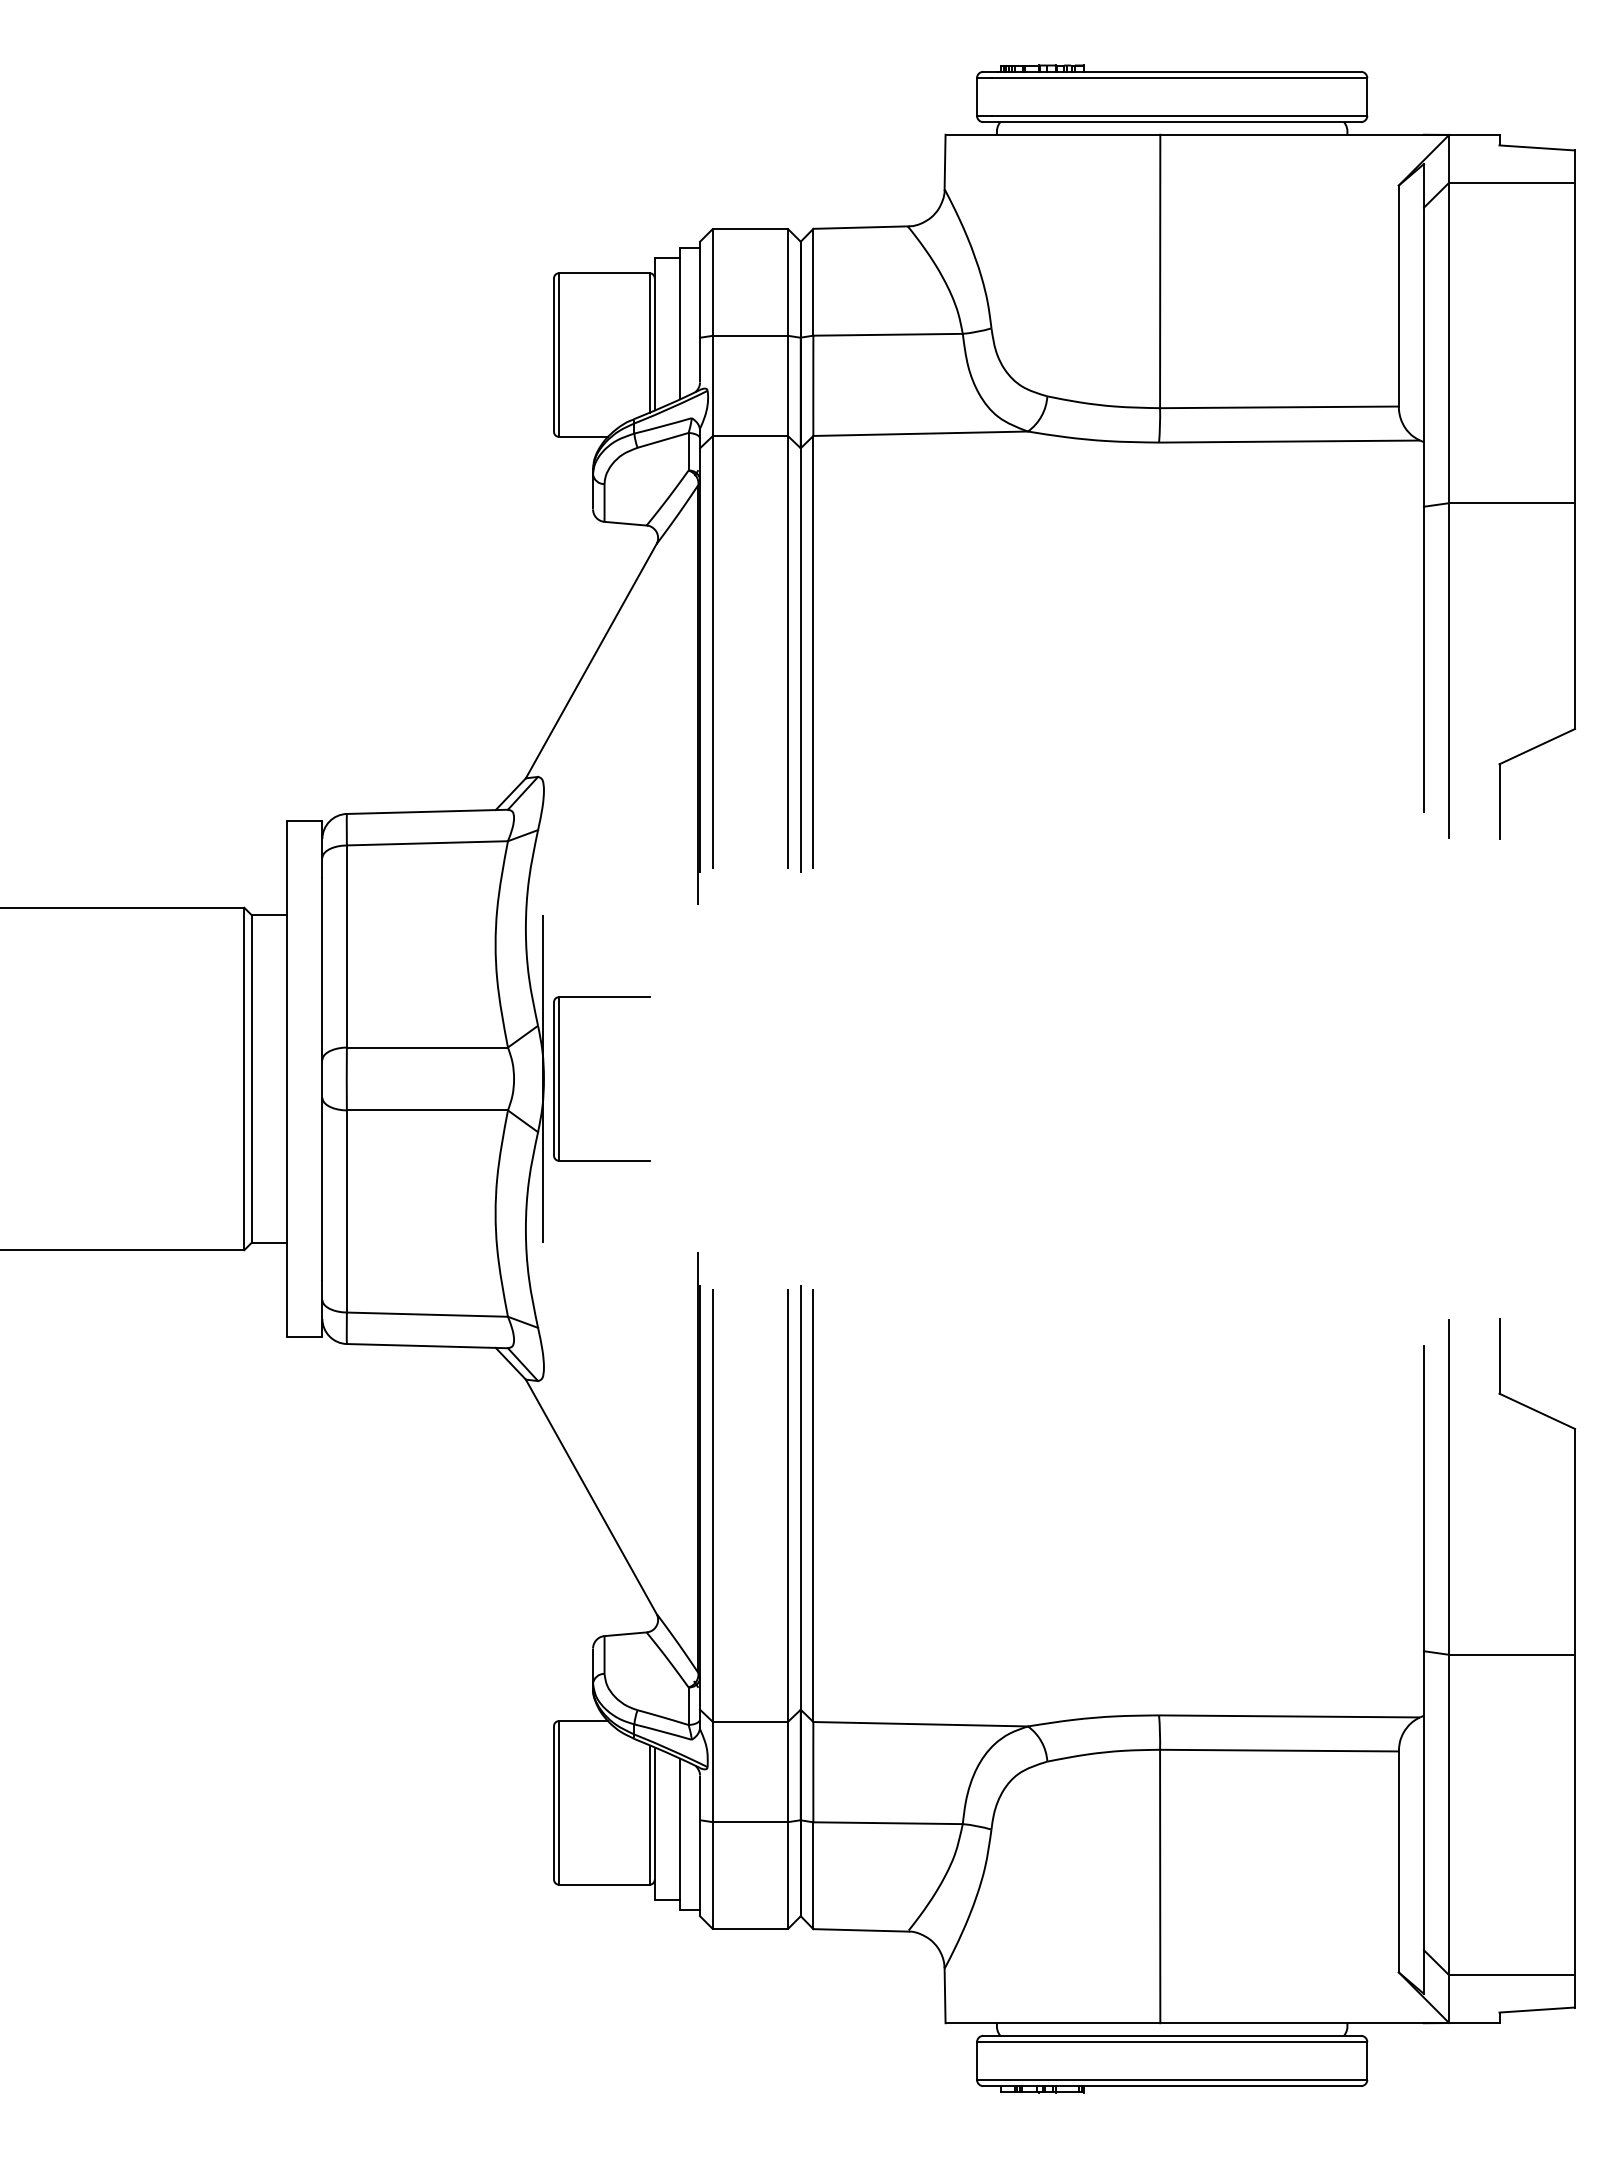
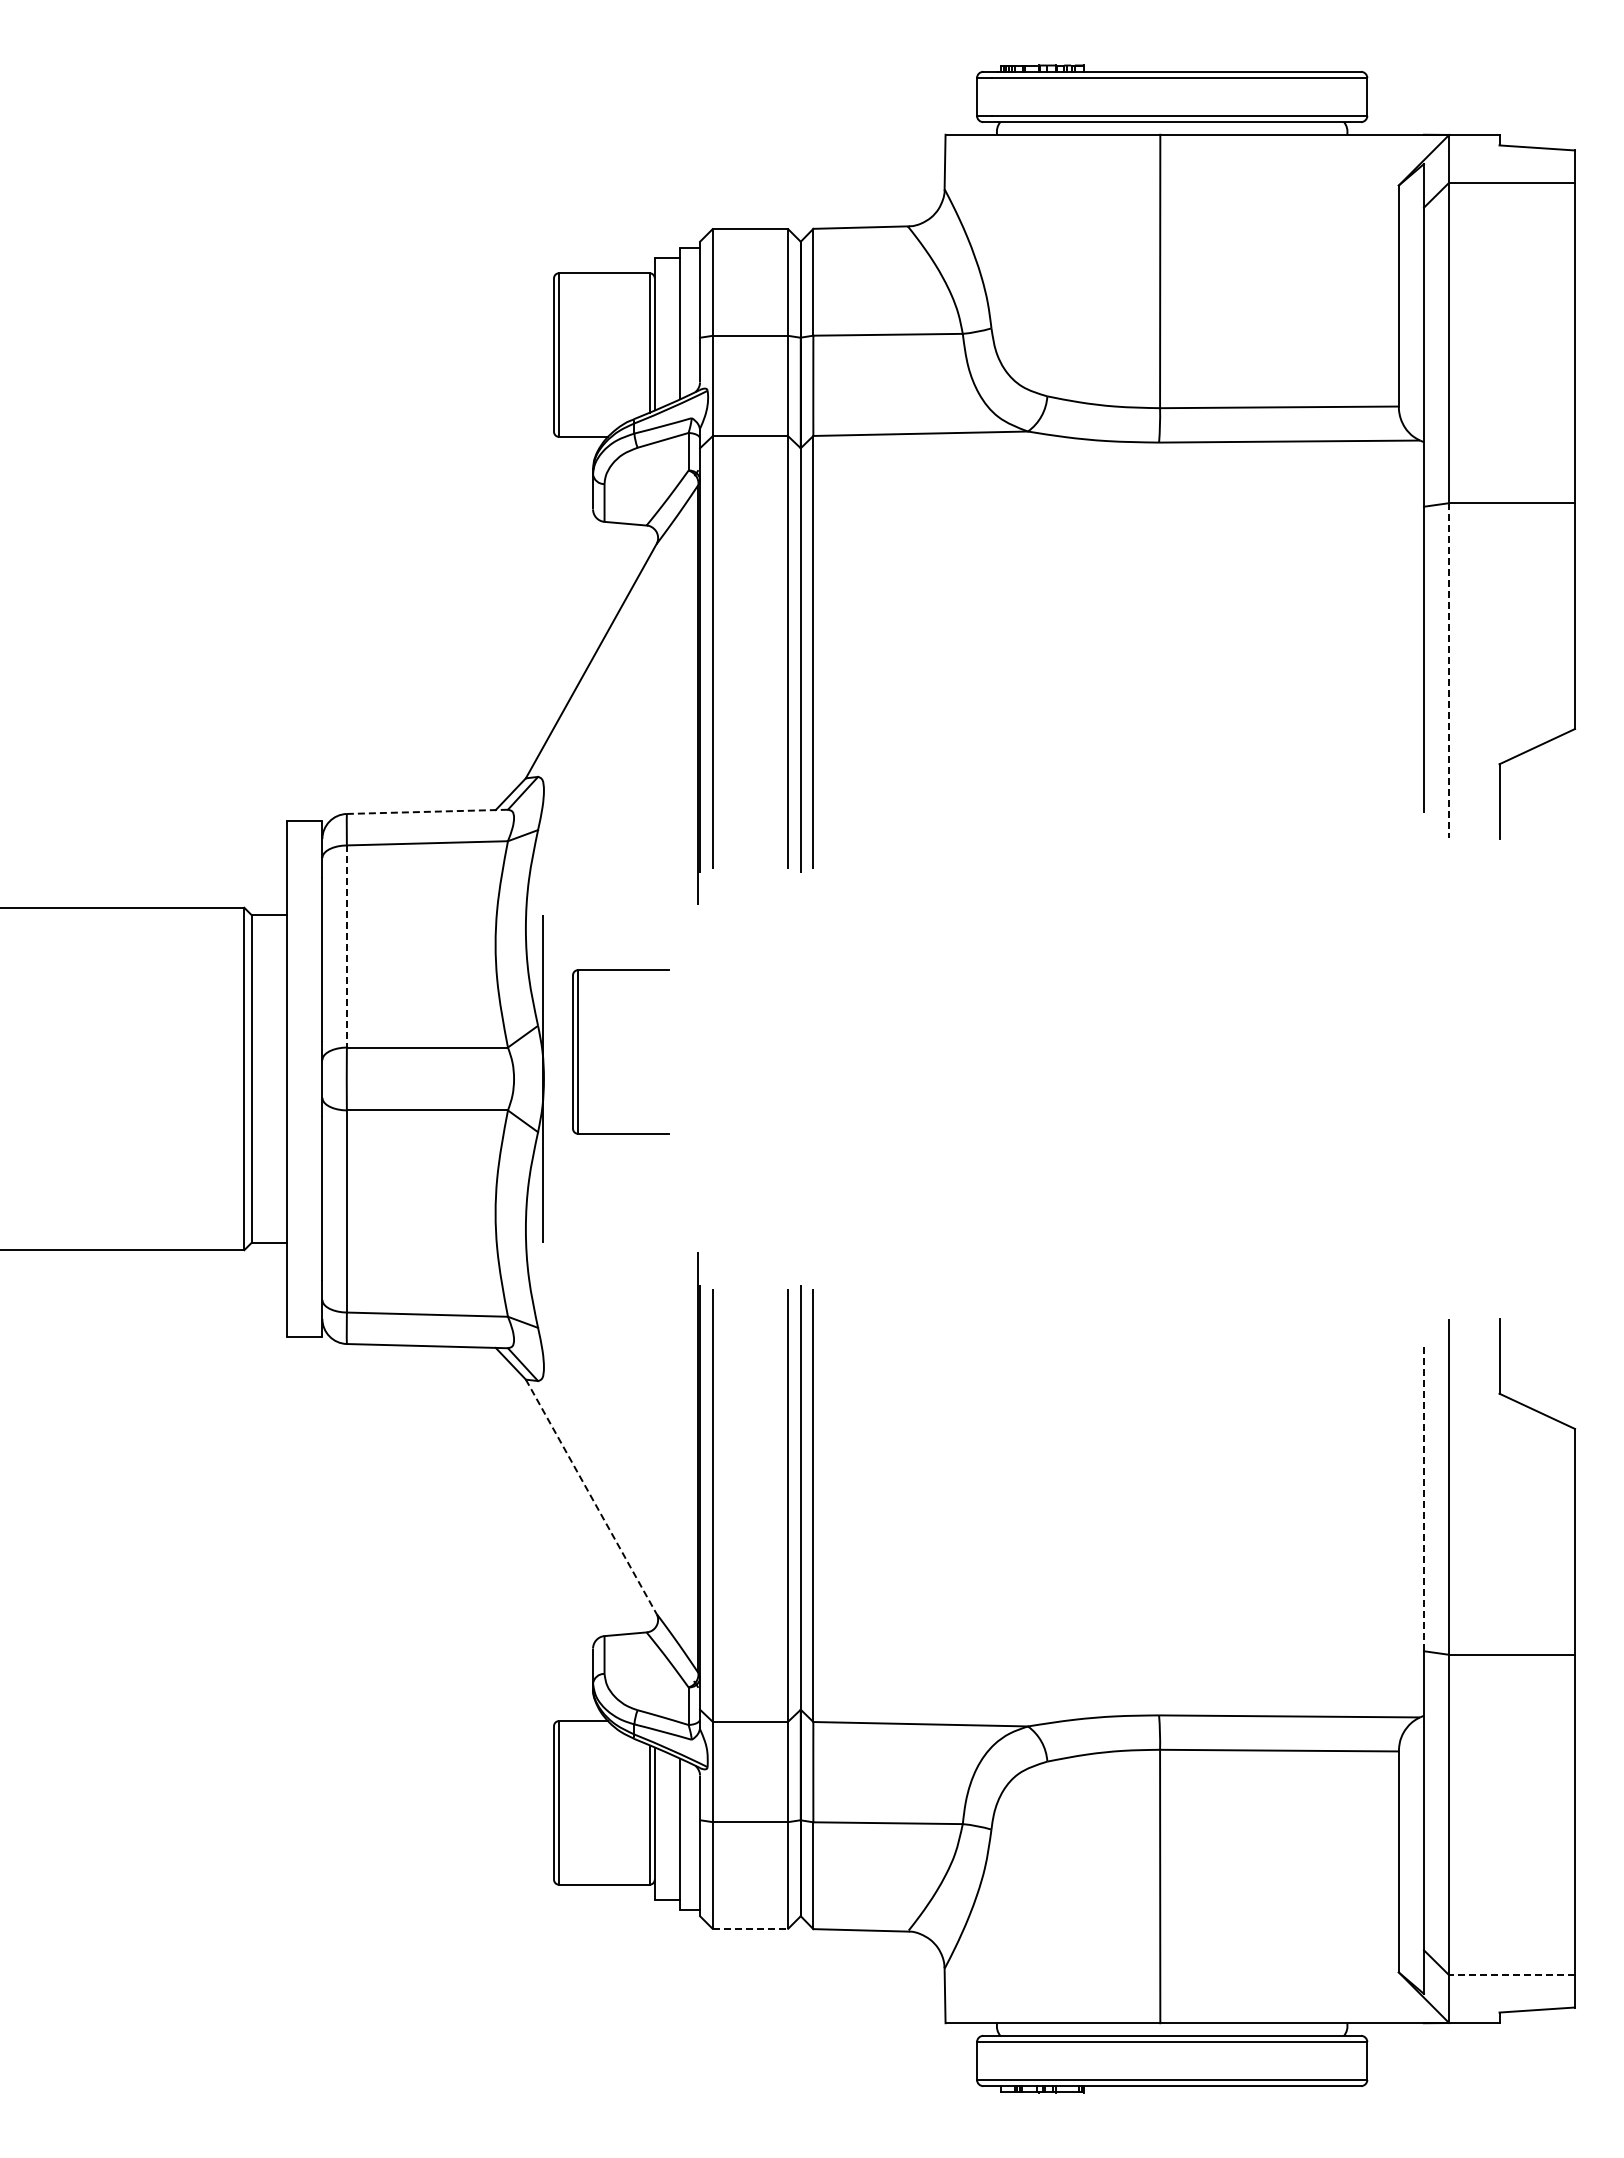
line at (1449, 670): solid -> dashed
line at (427, 811): solid -> dashed
line at (346, 946): solid -> dashed
part at (559, 1078) position: (559, 1078) -> (578, 1051)
line at (591, 1497): solid -> dashed
line at (1423, 1498): solid -> dashed
line at (750, 1928): solid -> dashed
line at (1512, 1975): solid -> dashed
